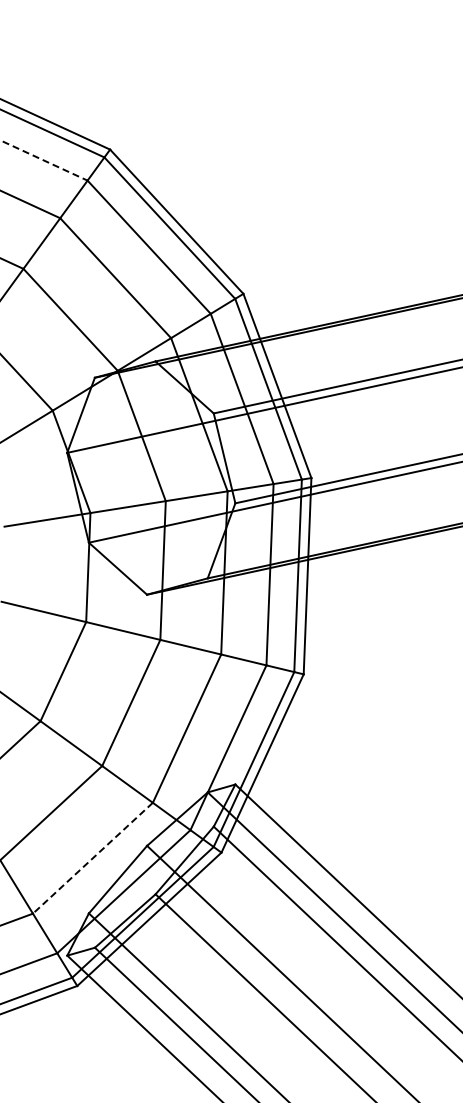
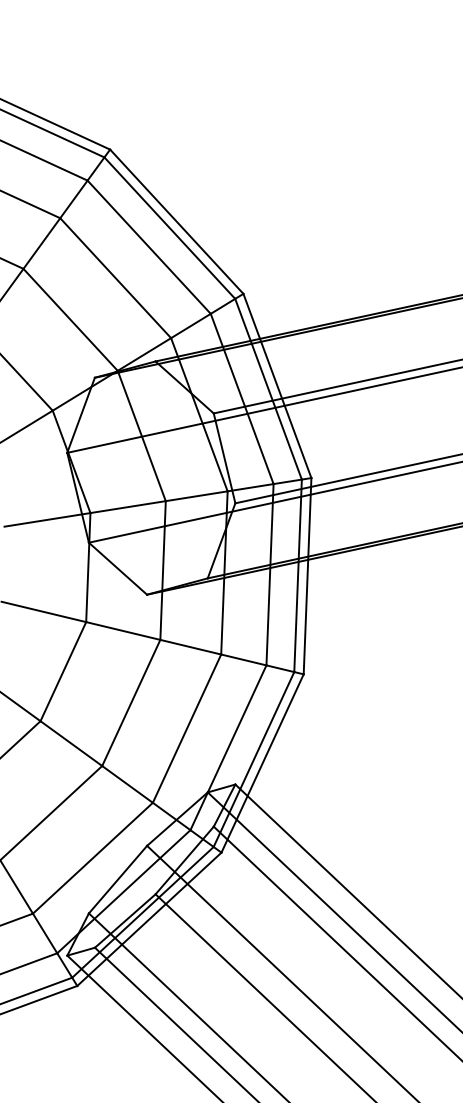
line at (44, 160): dashed -> solid
line at (92, 858): dashed -> solid
